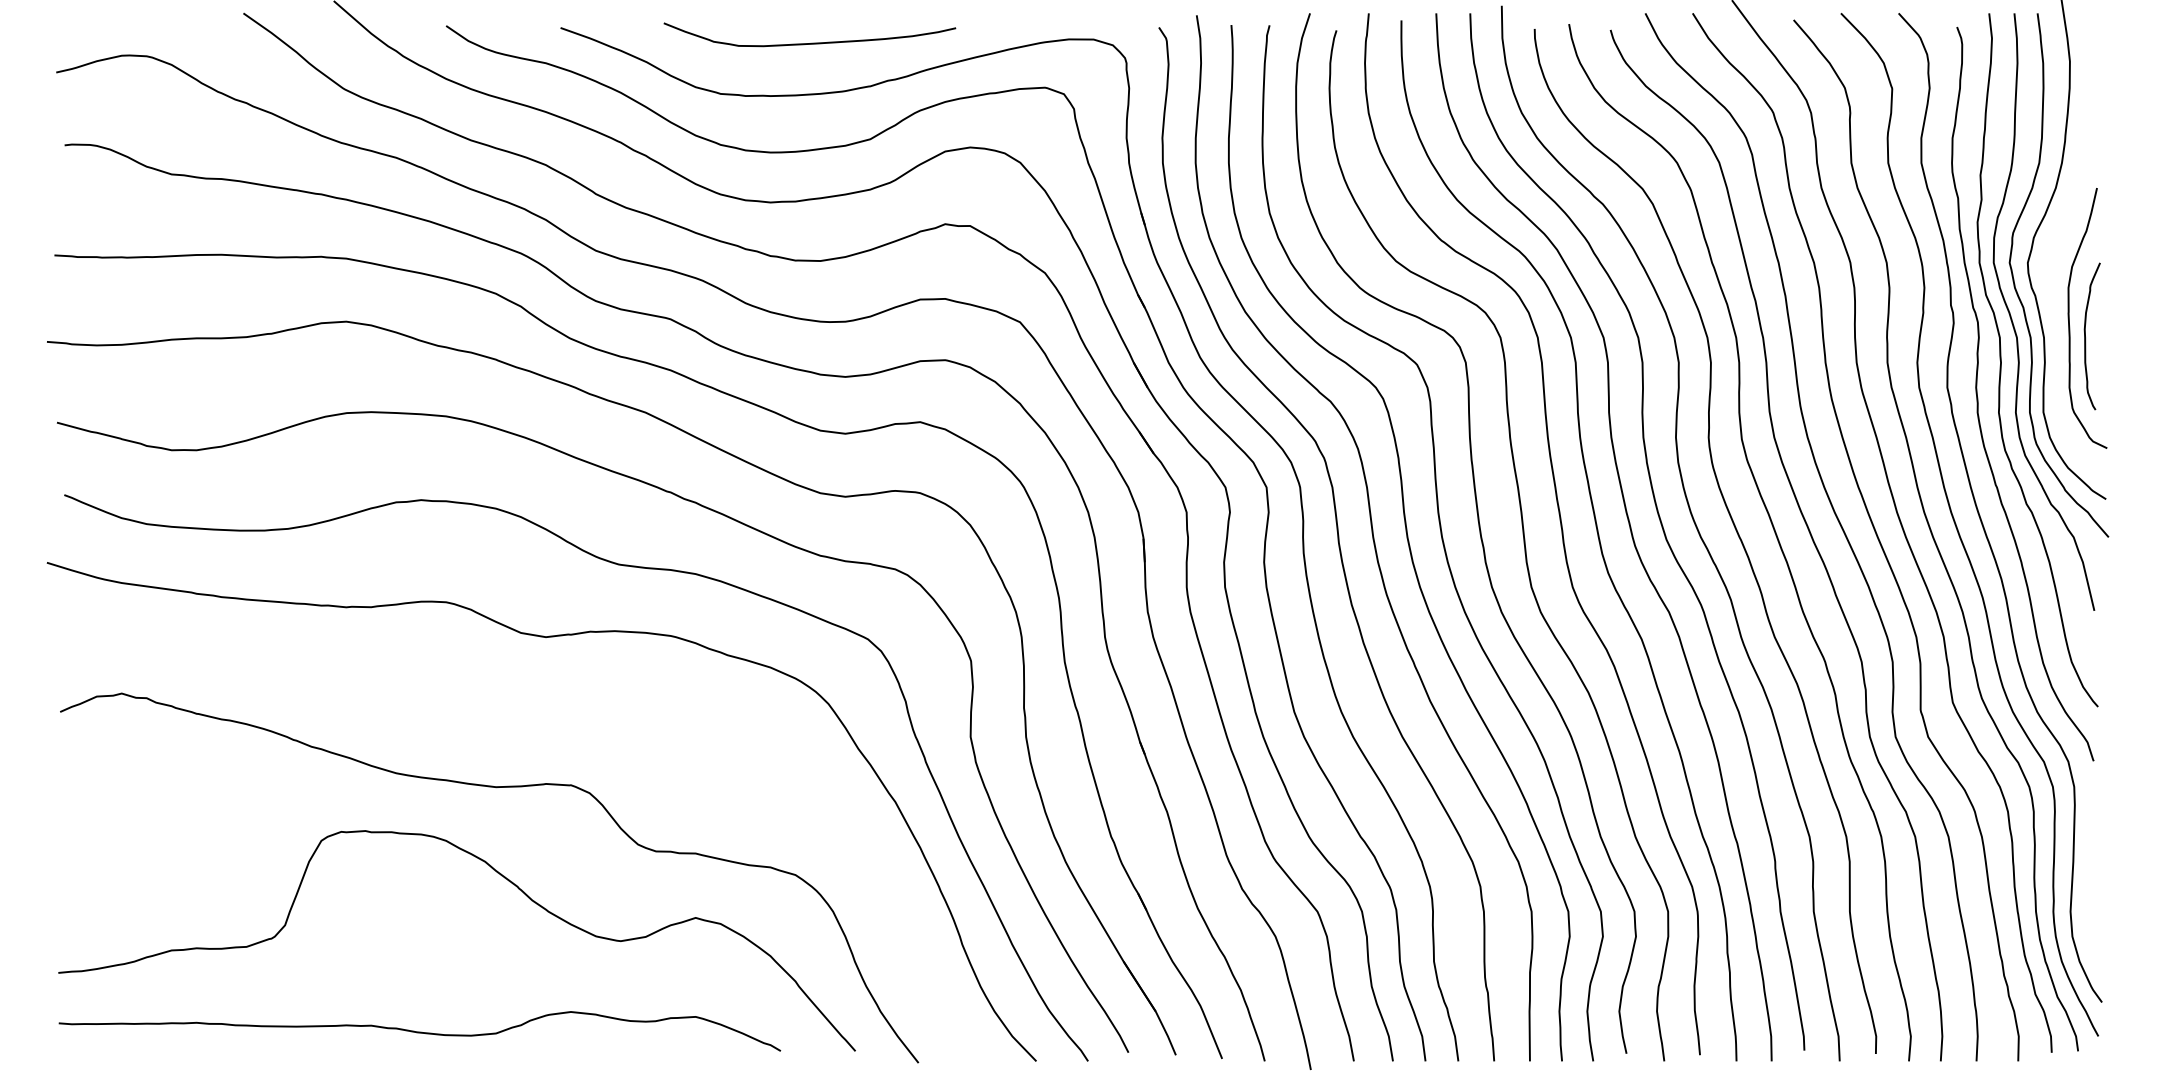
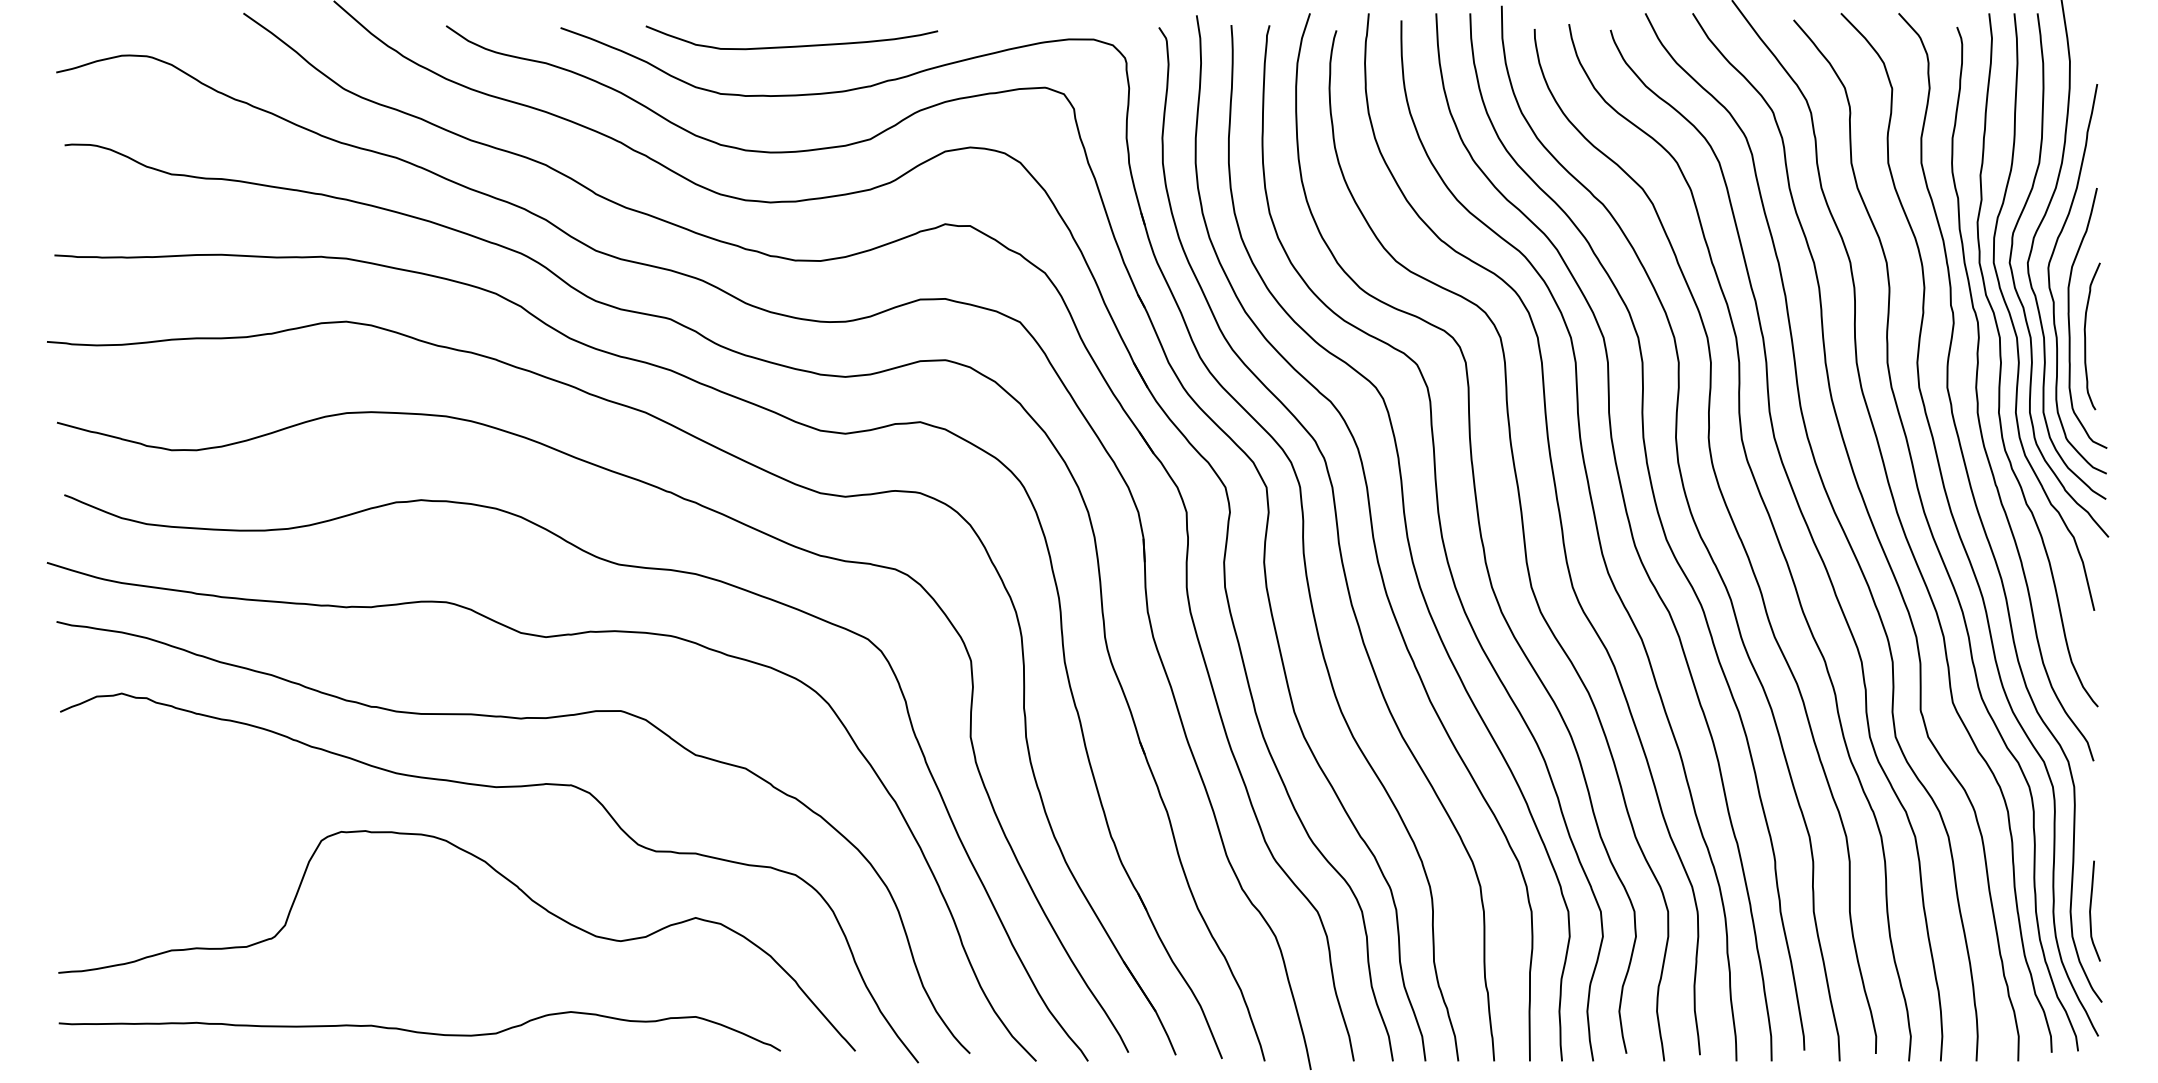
curve at (811, 42) position: (811, 42) -> (793, 45)
curve at (2050, 282): none -> present
curve at (517, 719): none -> present
curve at (2091, 909): none -> present
